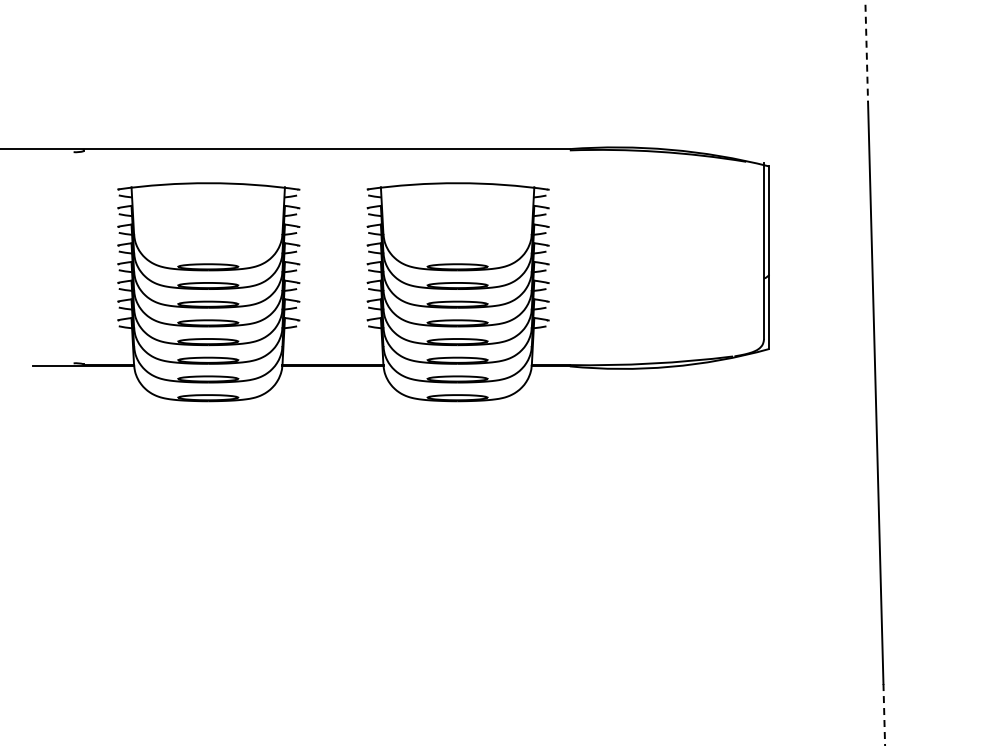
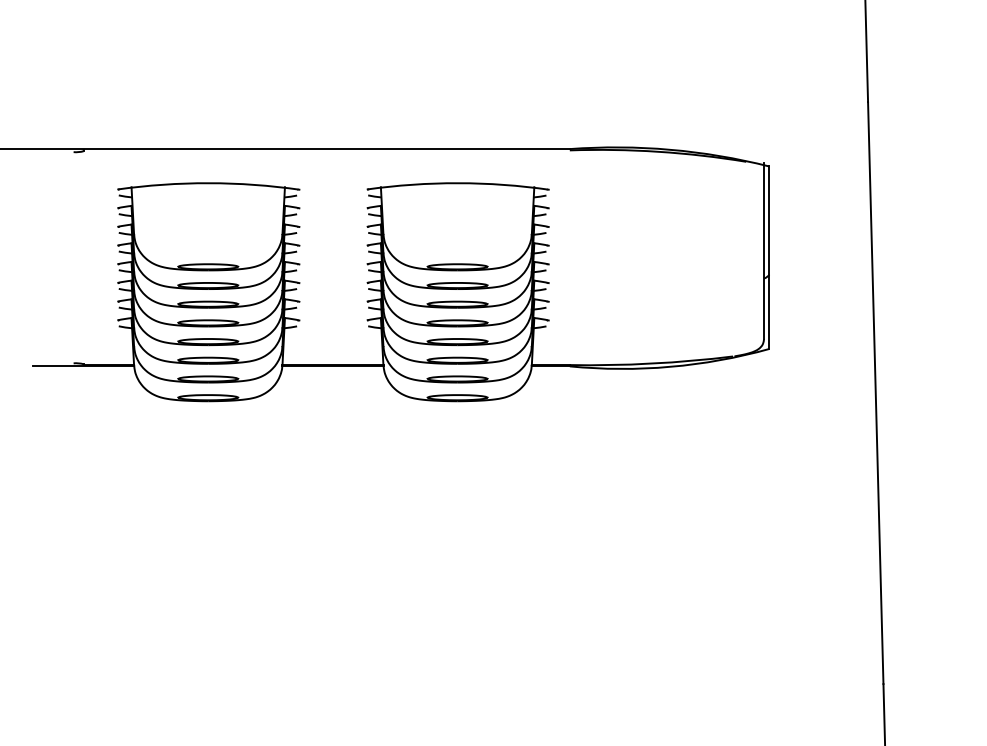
line at (866, 51): dashed -> solid
line at (884, 715): dashed -> solid
